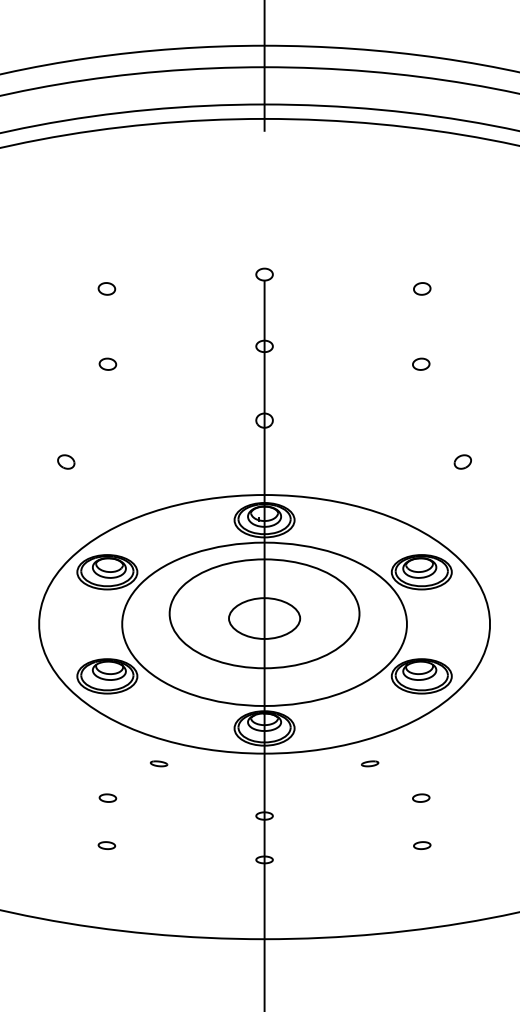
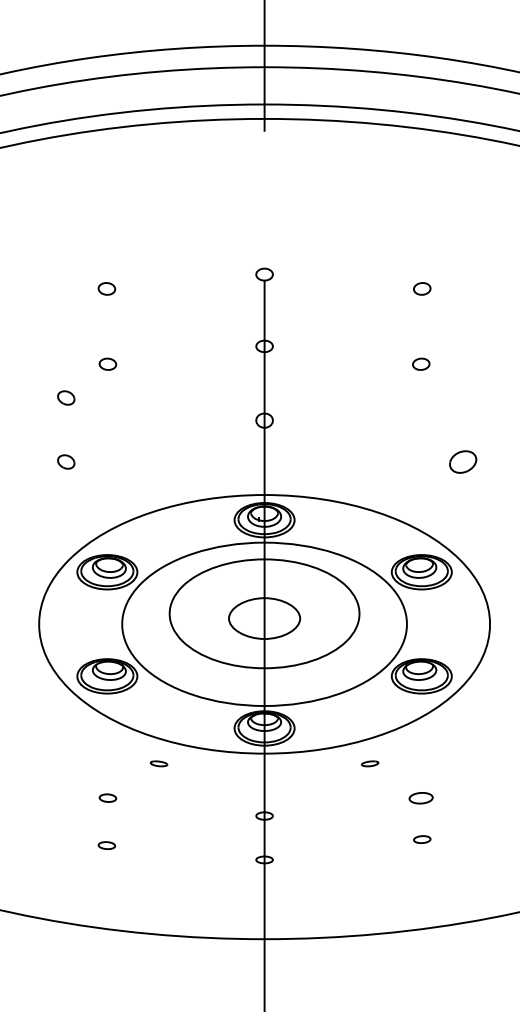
part at (66, 397): none -> present
part at (462, 461) size: 19x16 px -> 29x24 px
part at (421, 797) size: 19x10 px -> 26x13 px
part at (422, 845) position: (422, 845) -> (422, 839)
